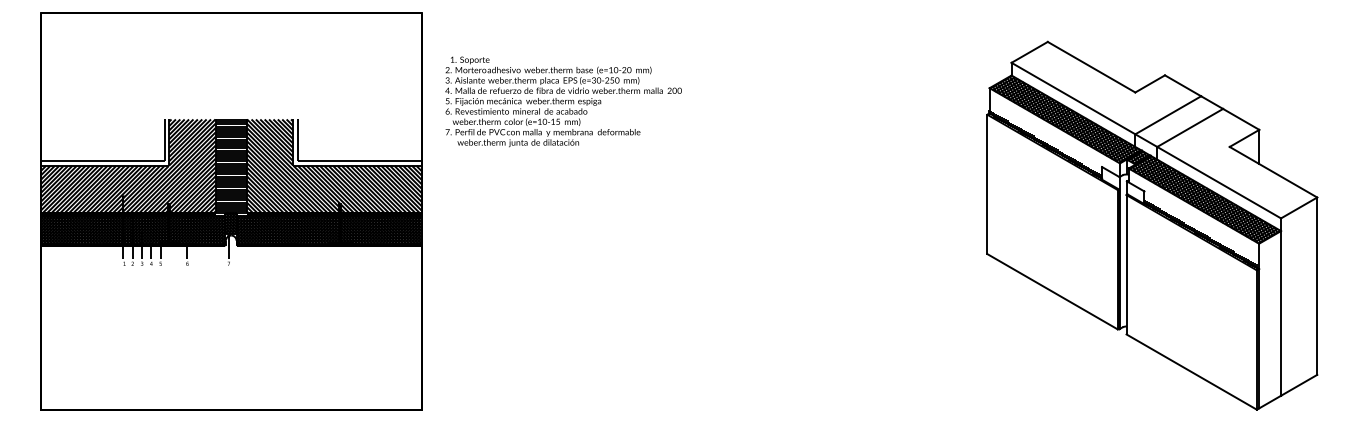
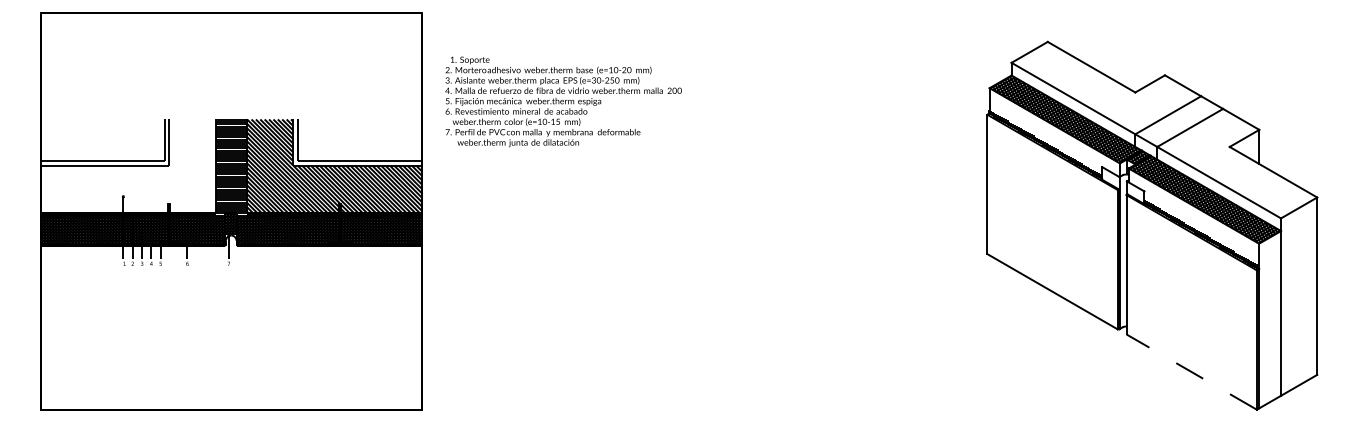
hatch at (127, 165): present -> none
line at (1191, 371): solid -> dashed
